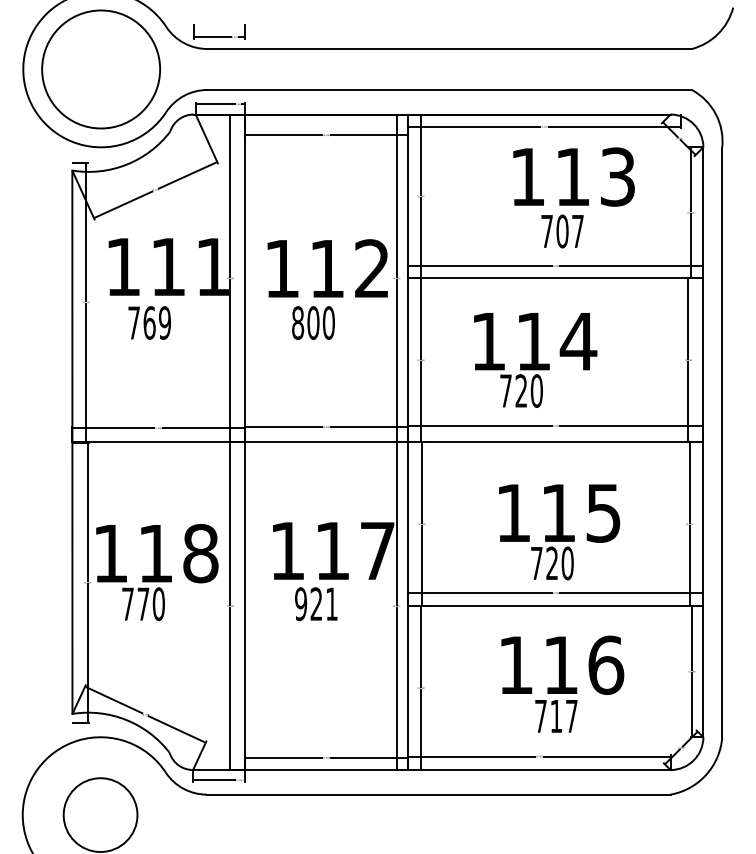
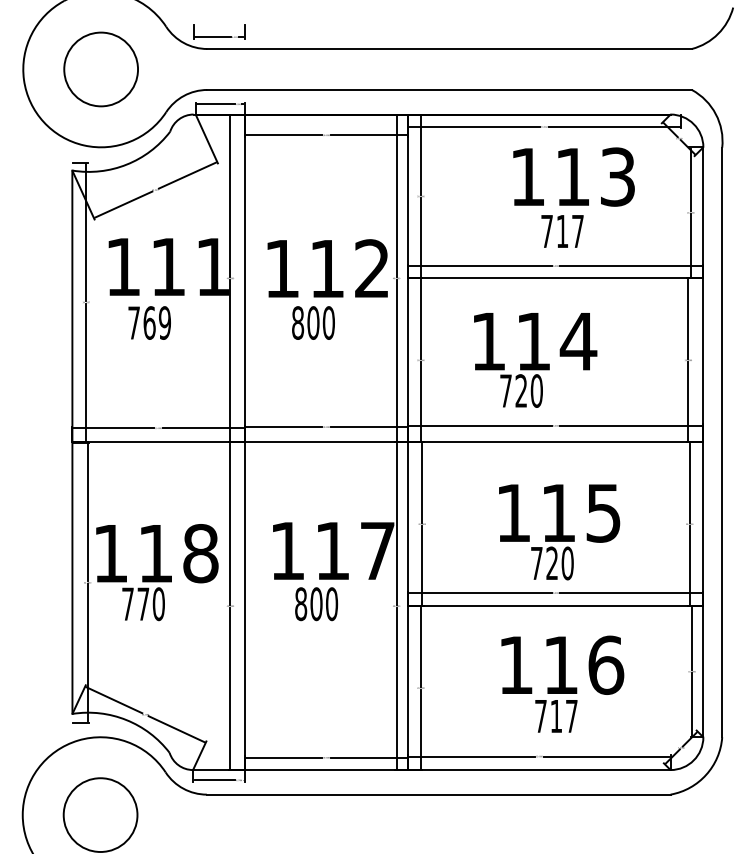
circle at (101, 69) diameter: 118 px -> 74 px
text at (562, 231): 707 -> 717
text at (316, 604): 921 -> 800
